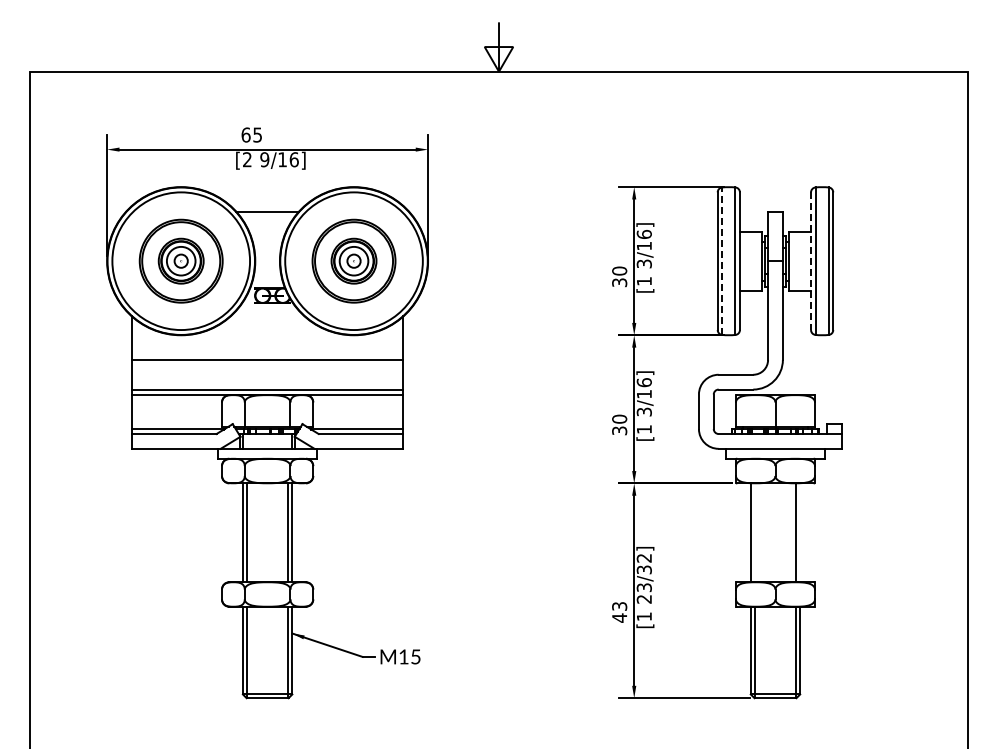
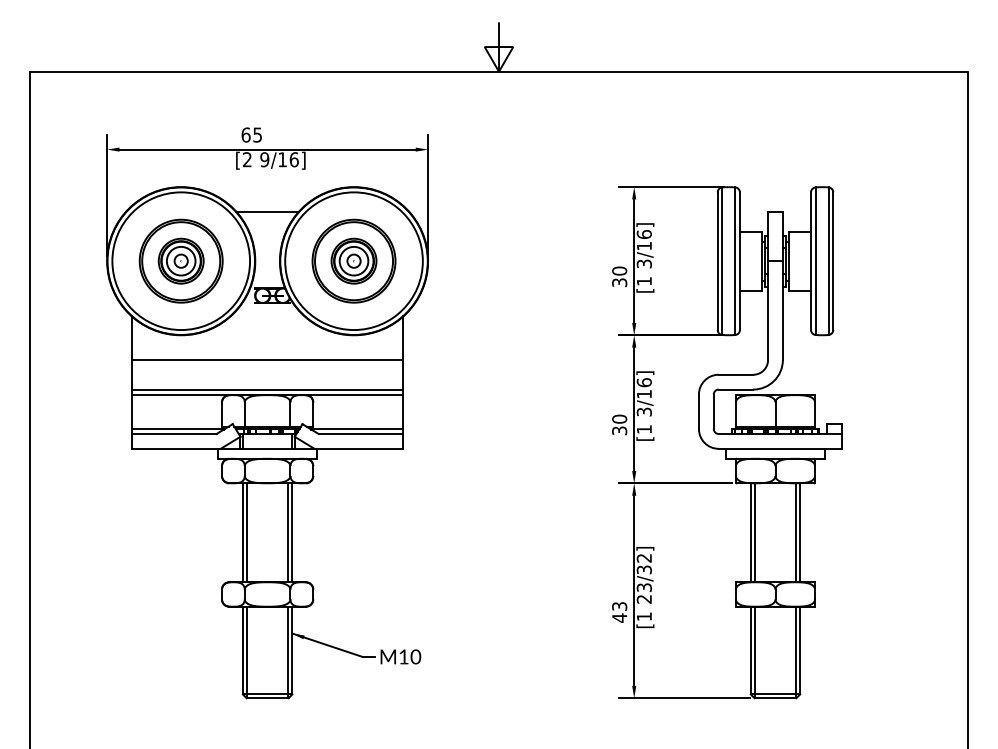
line at (722, 261): dashed -> solid
line at (811, 261): dashed -> solid
line at (755, 532): none -> present
line at (800, 532): none -> present
text at (415, 656): M15 -> M10
